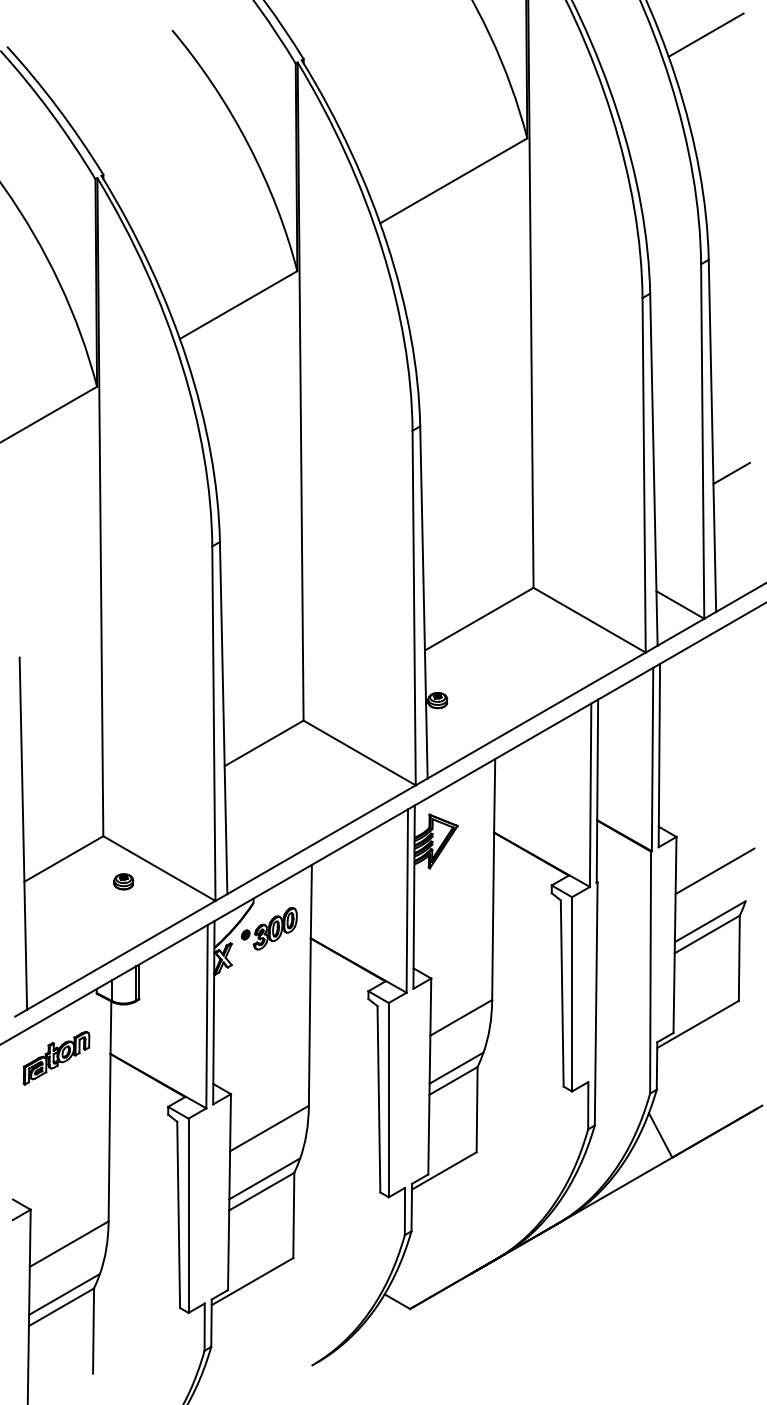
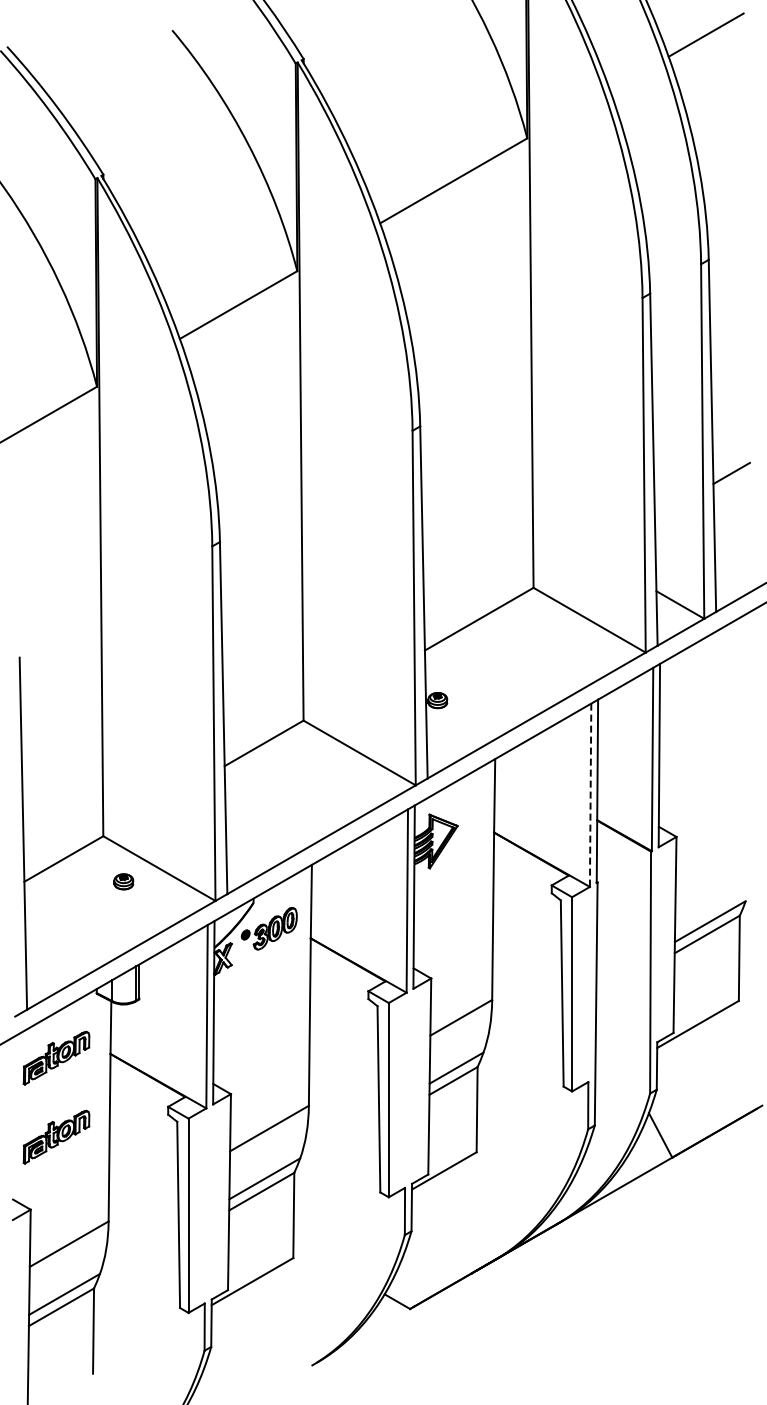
line at (590, 795): solid -> dashed
line at (714, 871): present -> none
part at (56, 1136): none -> present
